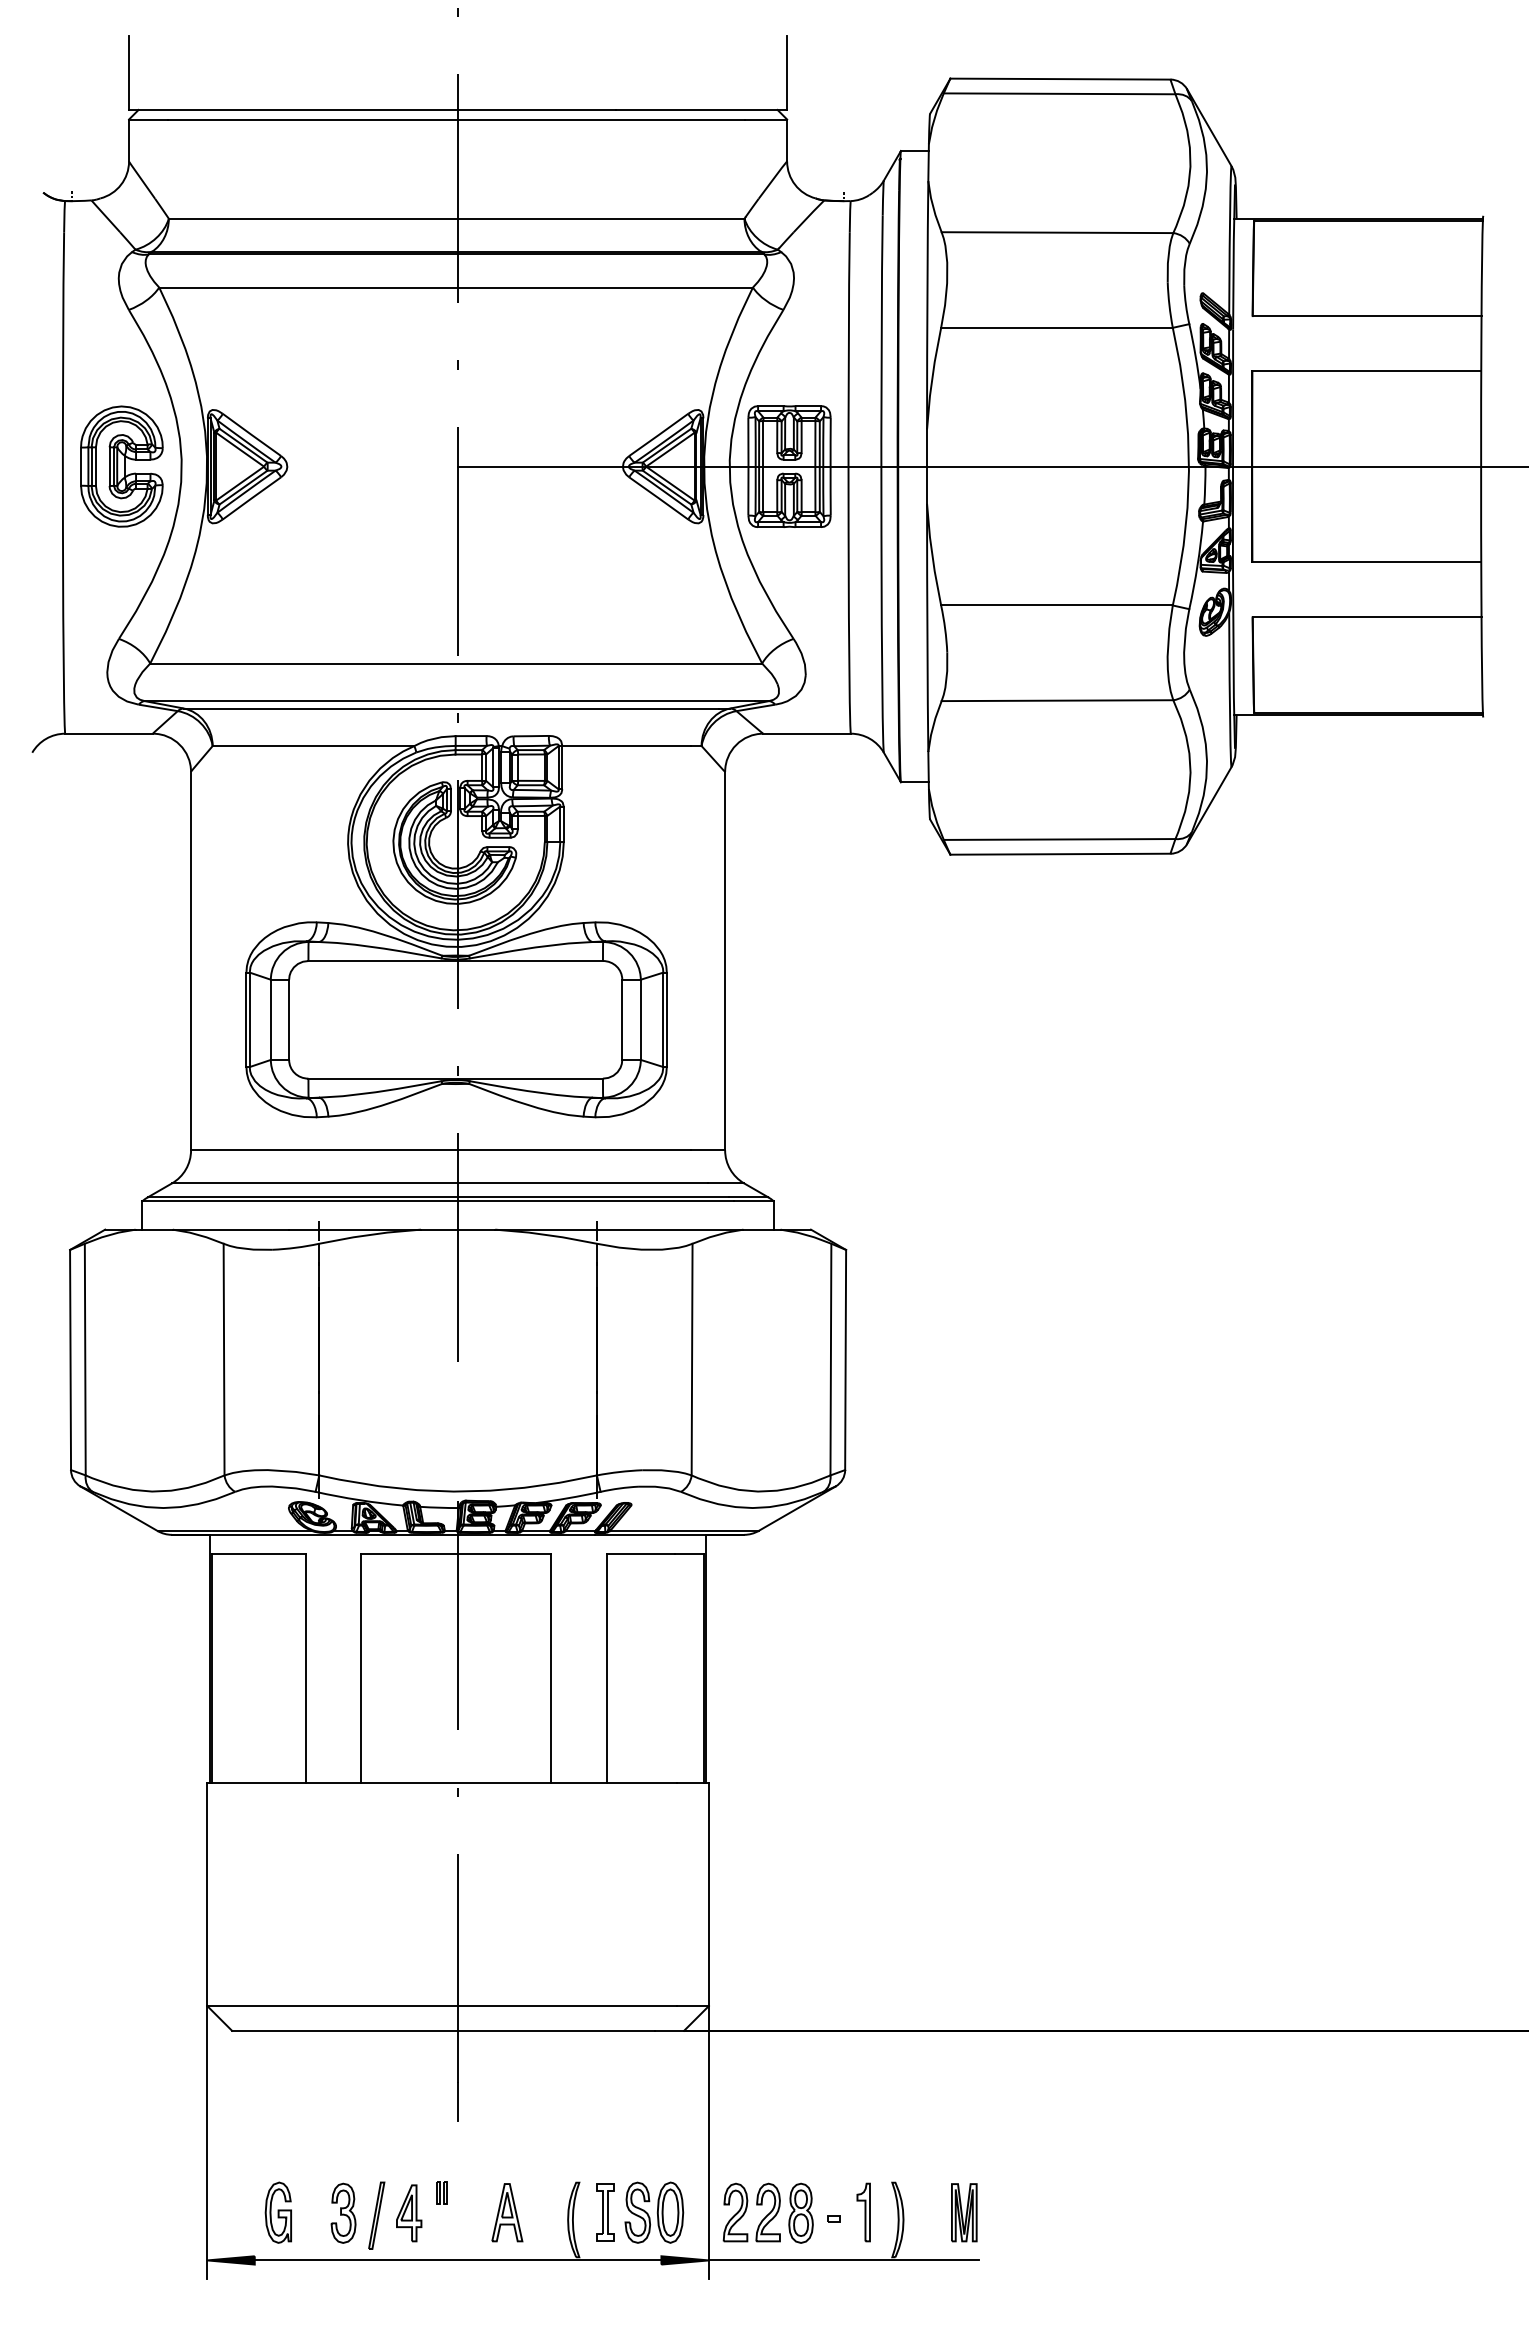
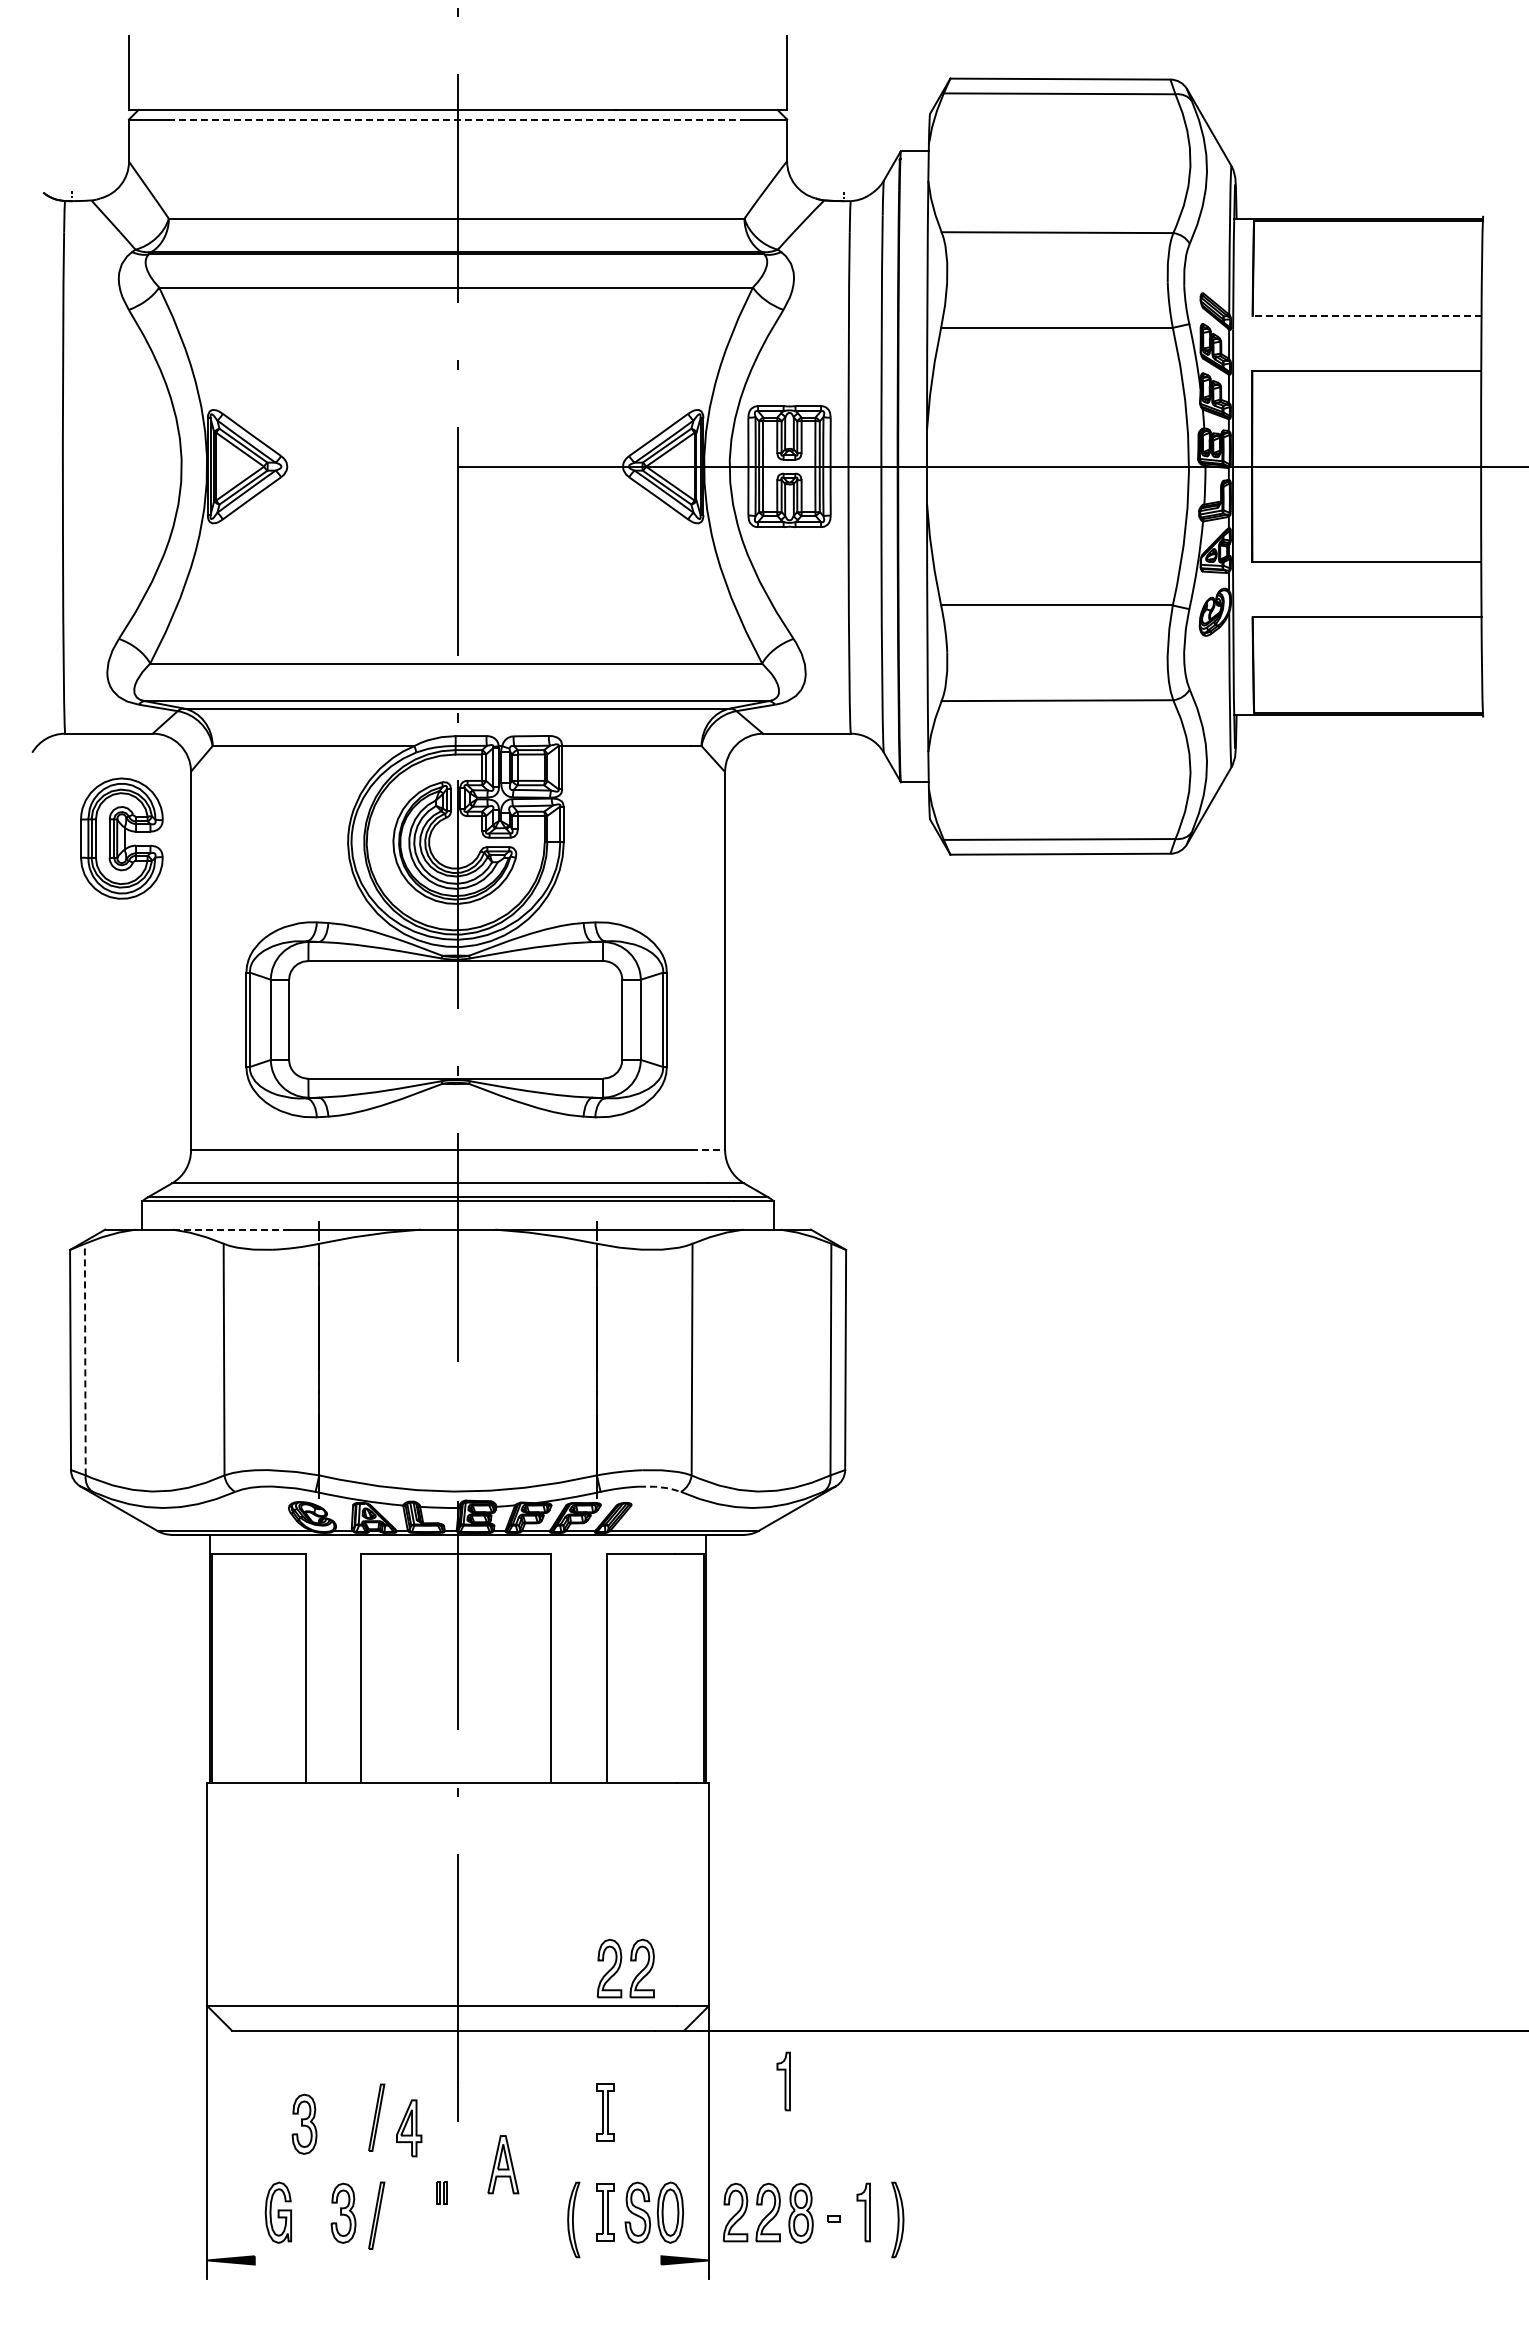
line at (456, 119): solid -> dashed
line at (1366, 316): solid -> dashed
part at (121, 466) position: (121, 466) -> (121, 838)
line at (708, 1150): solid -> dashed
line at (231, 1229): solid -> dashed
line at (85, 1359): solid -> dashed
line at (660, 1487): solid -> dashed
part at (625, 1968): none -> present
part at (783, 2081): none -> present
part at (605, 2112): none -> present
part at (376, 2117): none -> present
part at (304, 2123): none -> present
part at (507, 2212) position: (507, 2212) -> (503, 2164)
part at (964, 2212): present -> none
part at (409, 2213) position: (409, 2213) -> (409, 2128)
line at (457, 2260): present -> none
line at (843, 2260): present -> none
